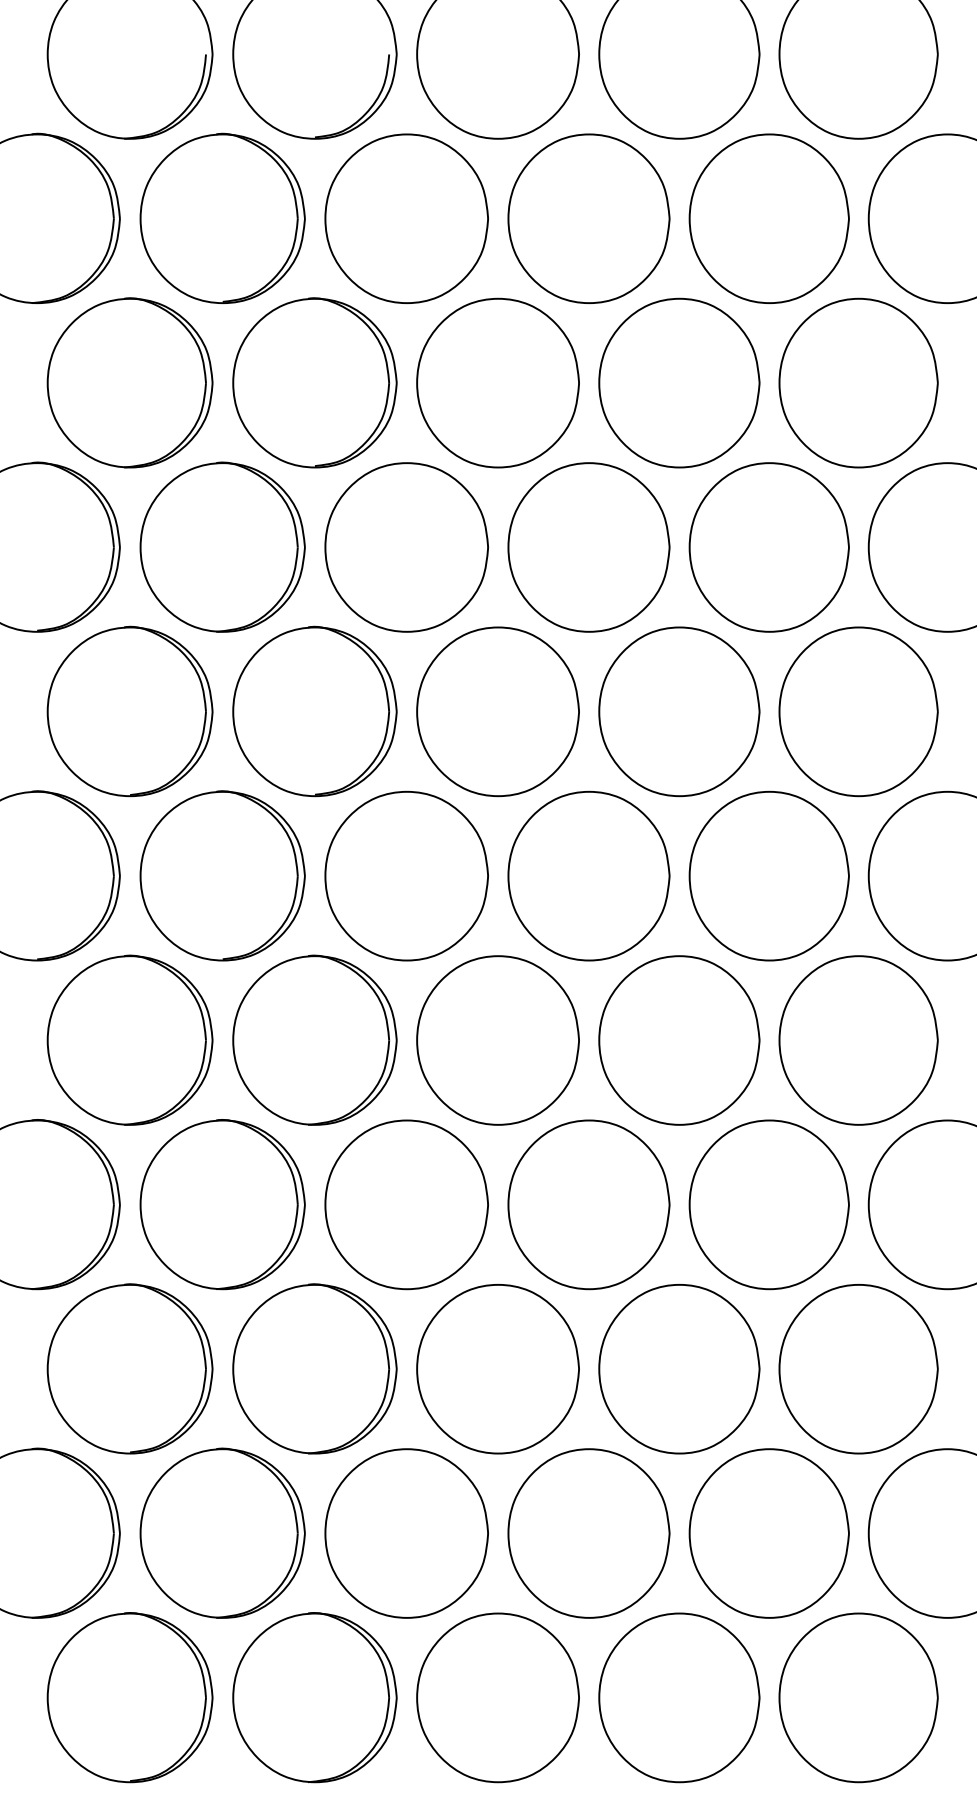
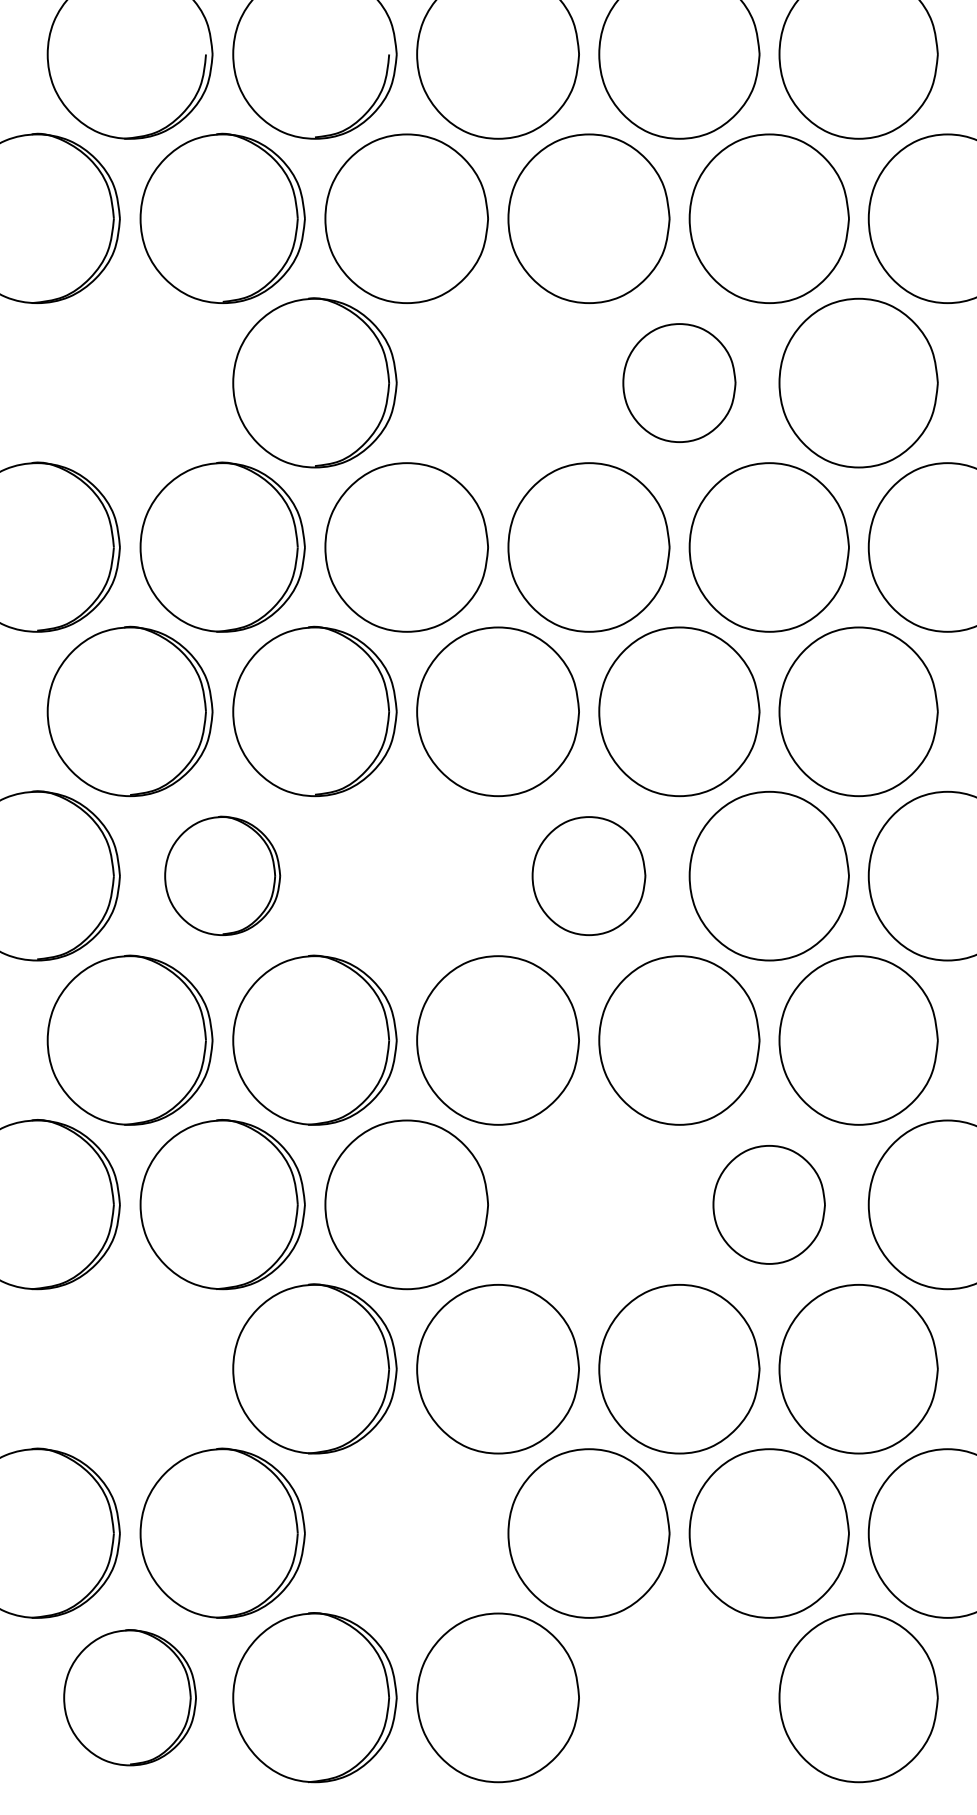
part at (129, 382): present -> none
part at (497, 382): present -> none
part at (679, 382) size: 163x172 px -> 115x120 px
part at (222, 875) size: 167x172 px -> 118x122 px
part at (406, 875): present -> none
part at (588, 875) size: 164x172 px -> 116x121 px
part at (588, 1204): present -> none
part at (768, 1204) size: 162x172 px -> 114x120 px
part at (129, 1368): present -> none
part at (406, 1533): present -> none
part at (129, 1697) size: 168x172 px -> 134x138 px
part at (679, 1697): present -> none
